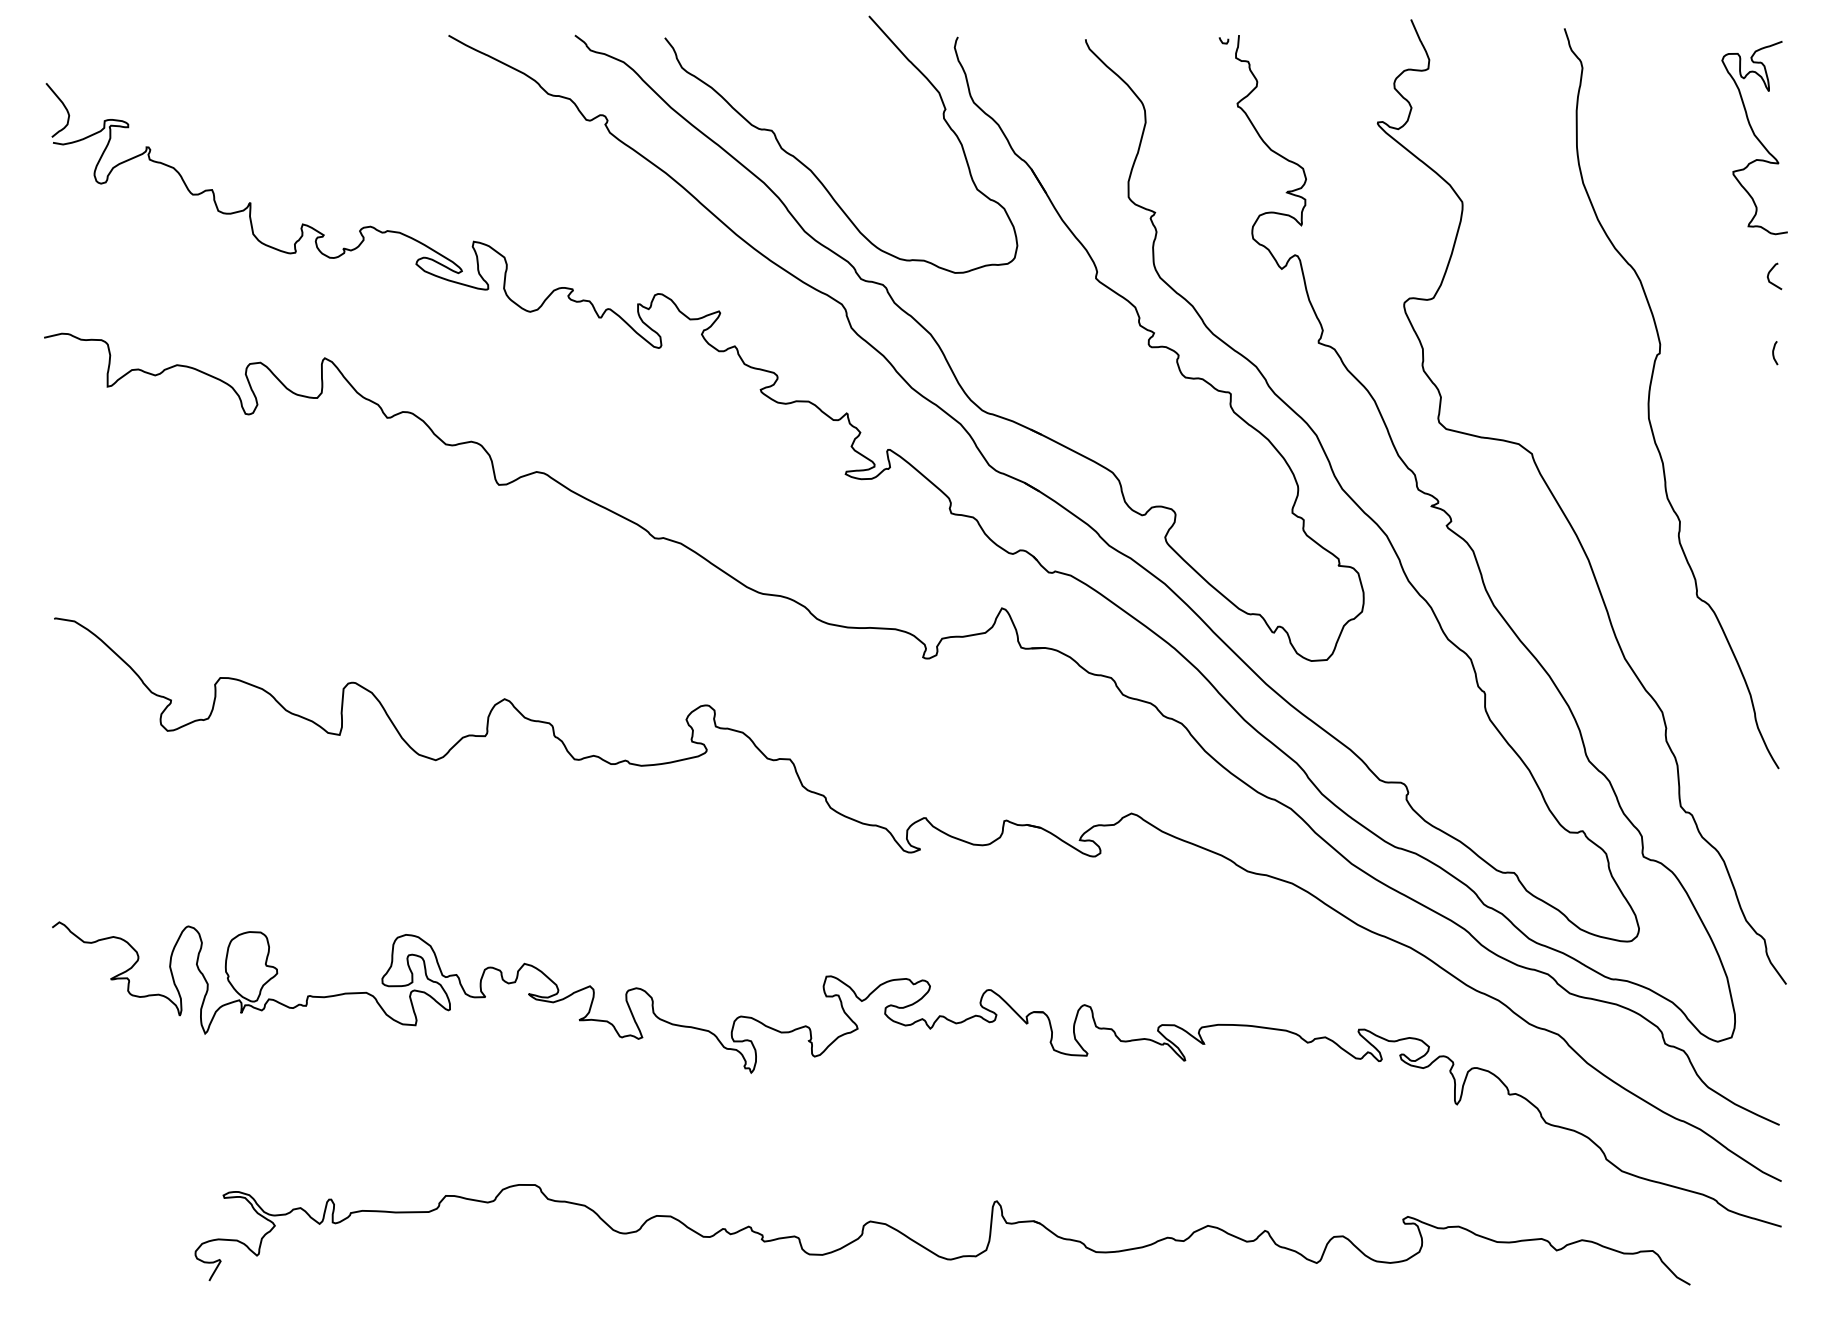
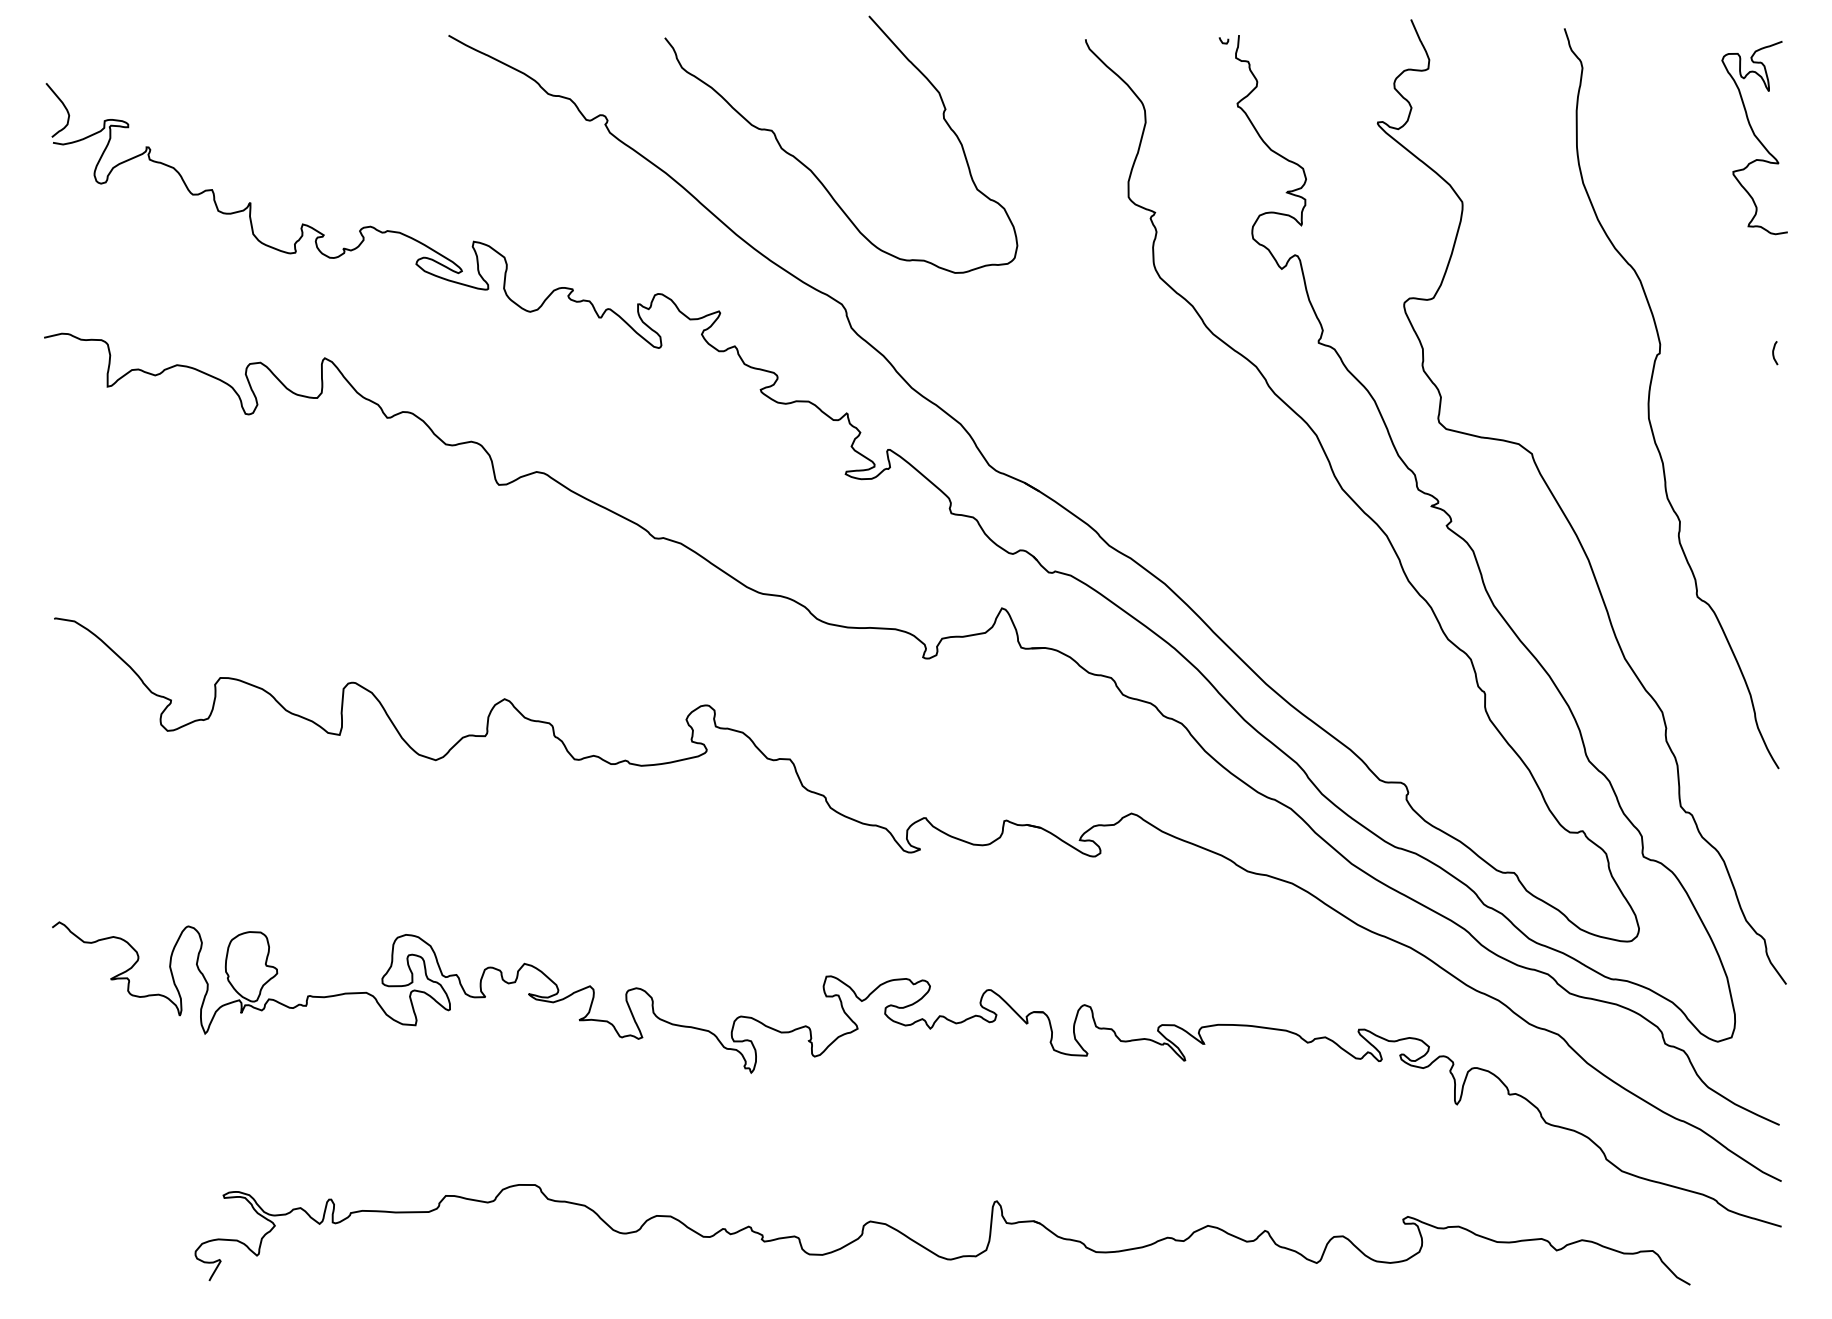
curve at (1769, 274): present -> none
part at (947, 359): present -> none
